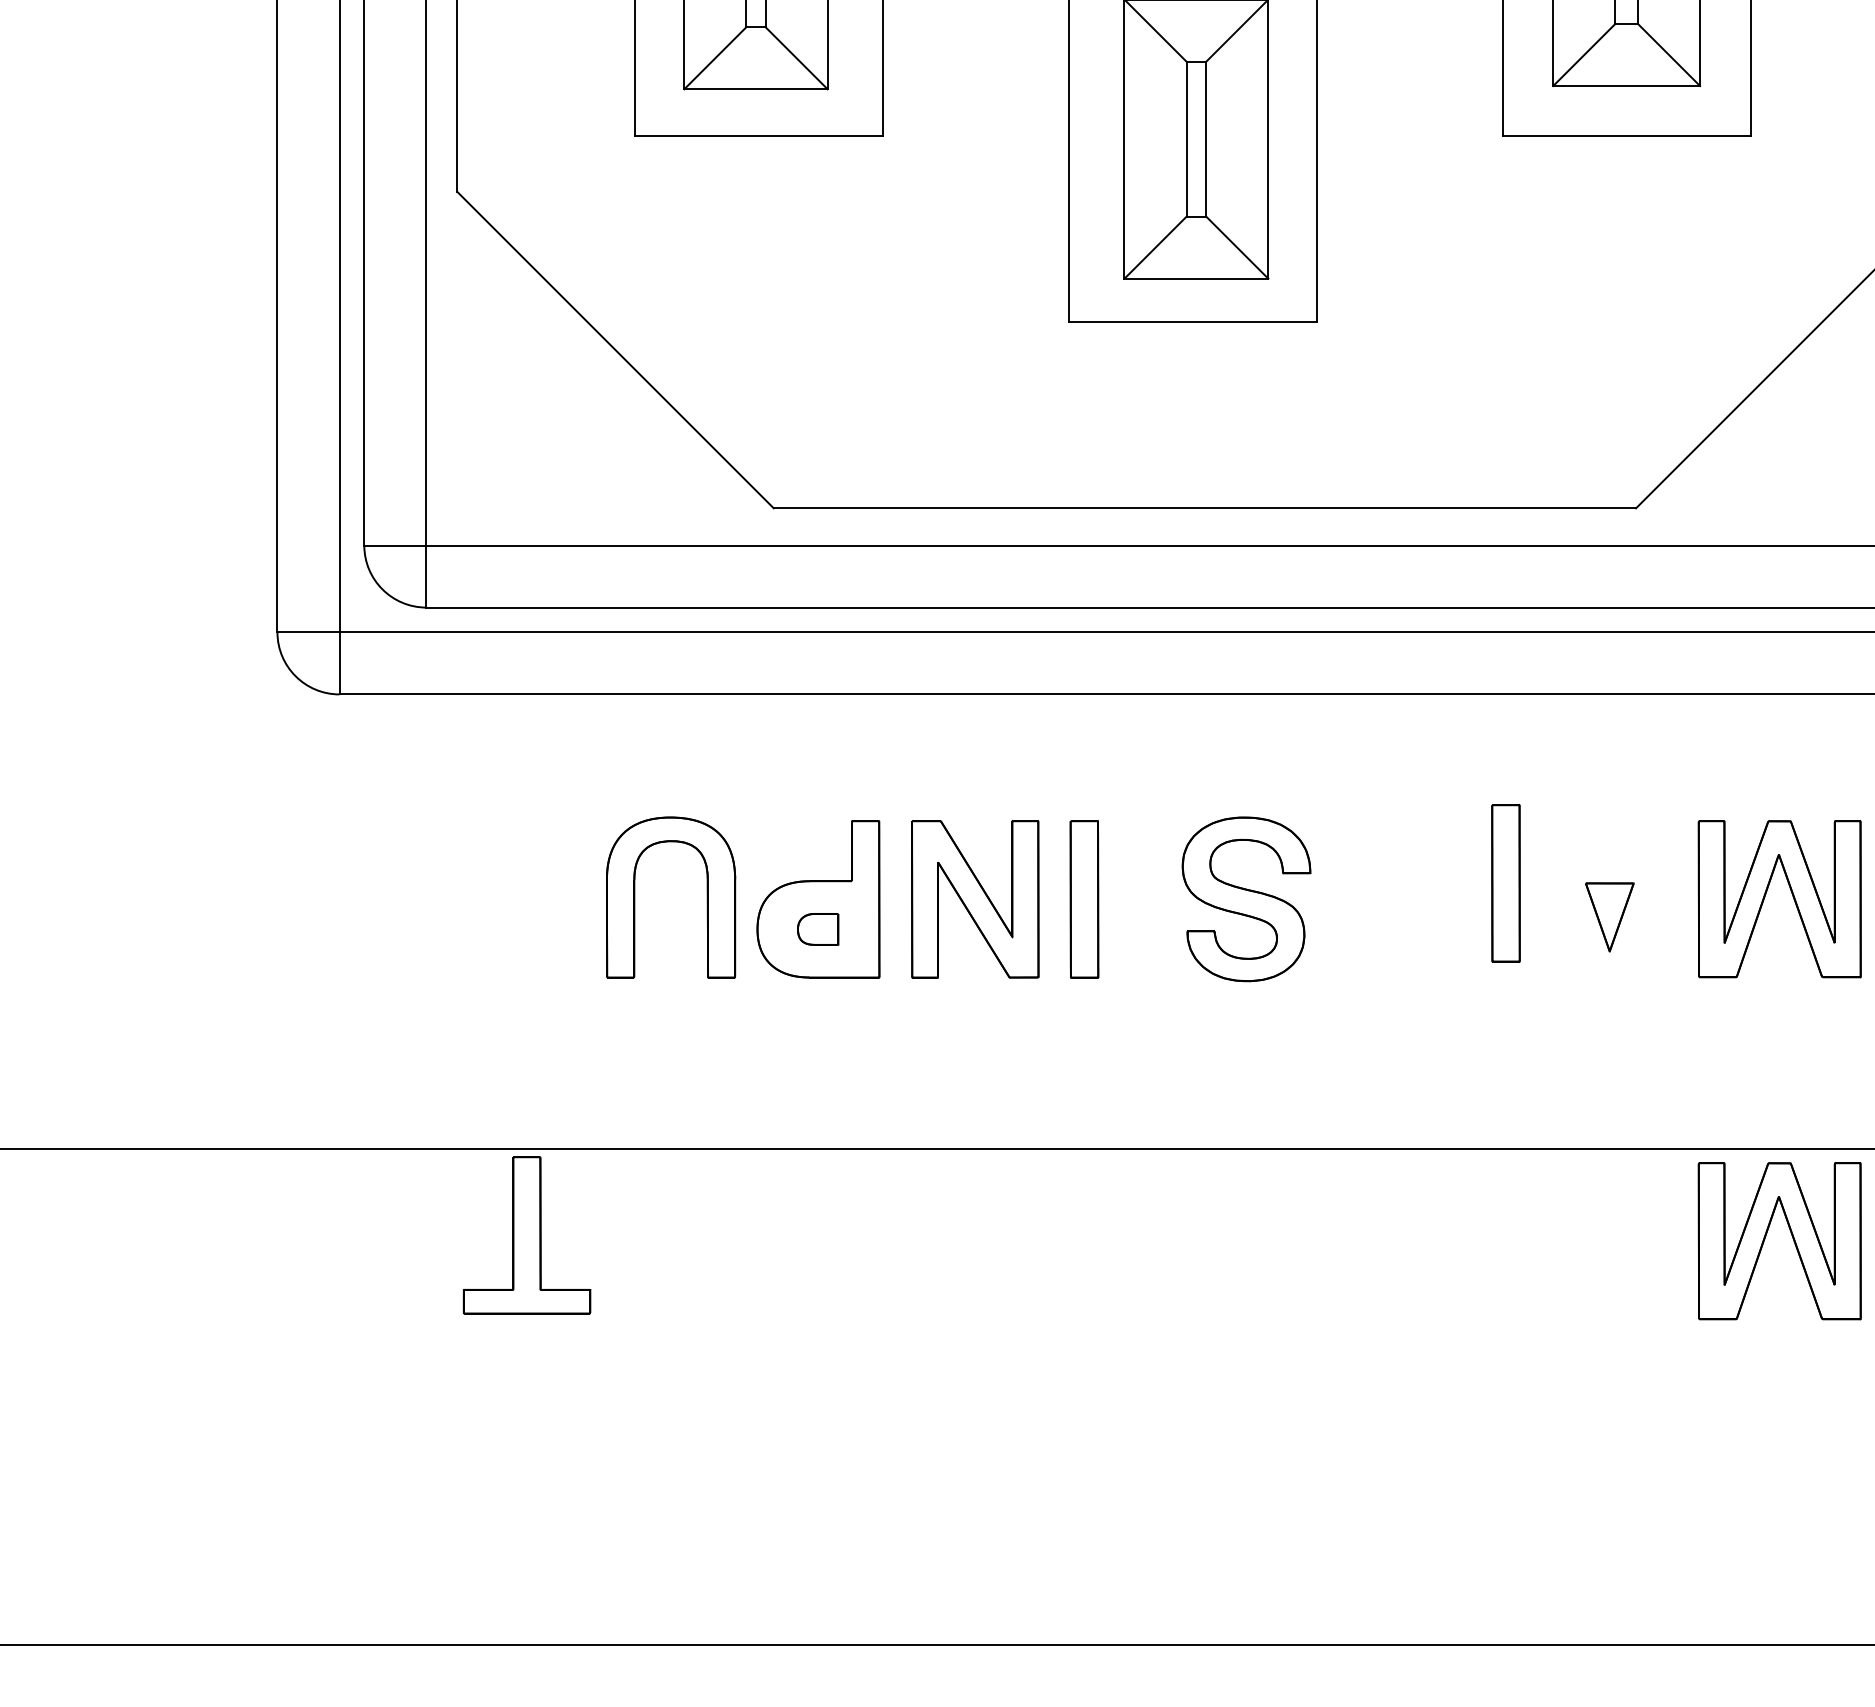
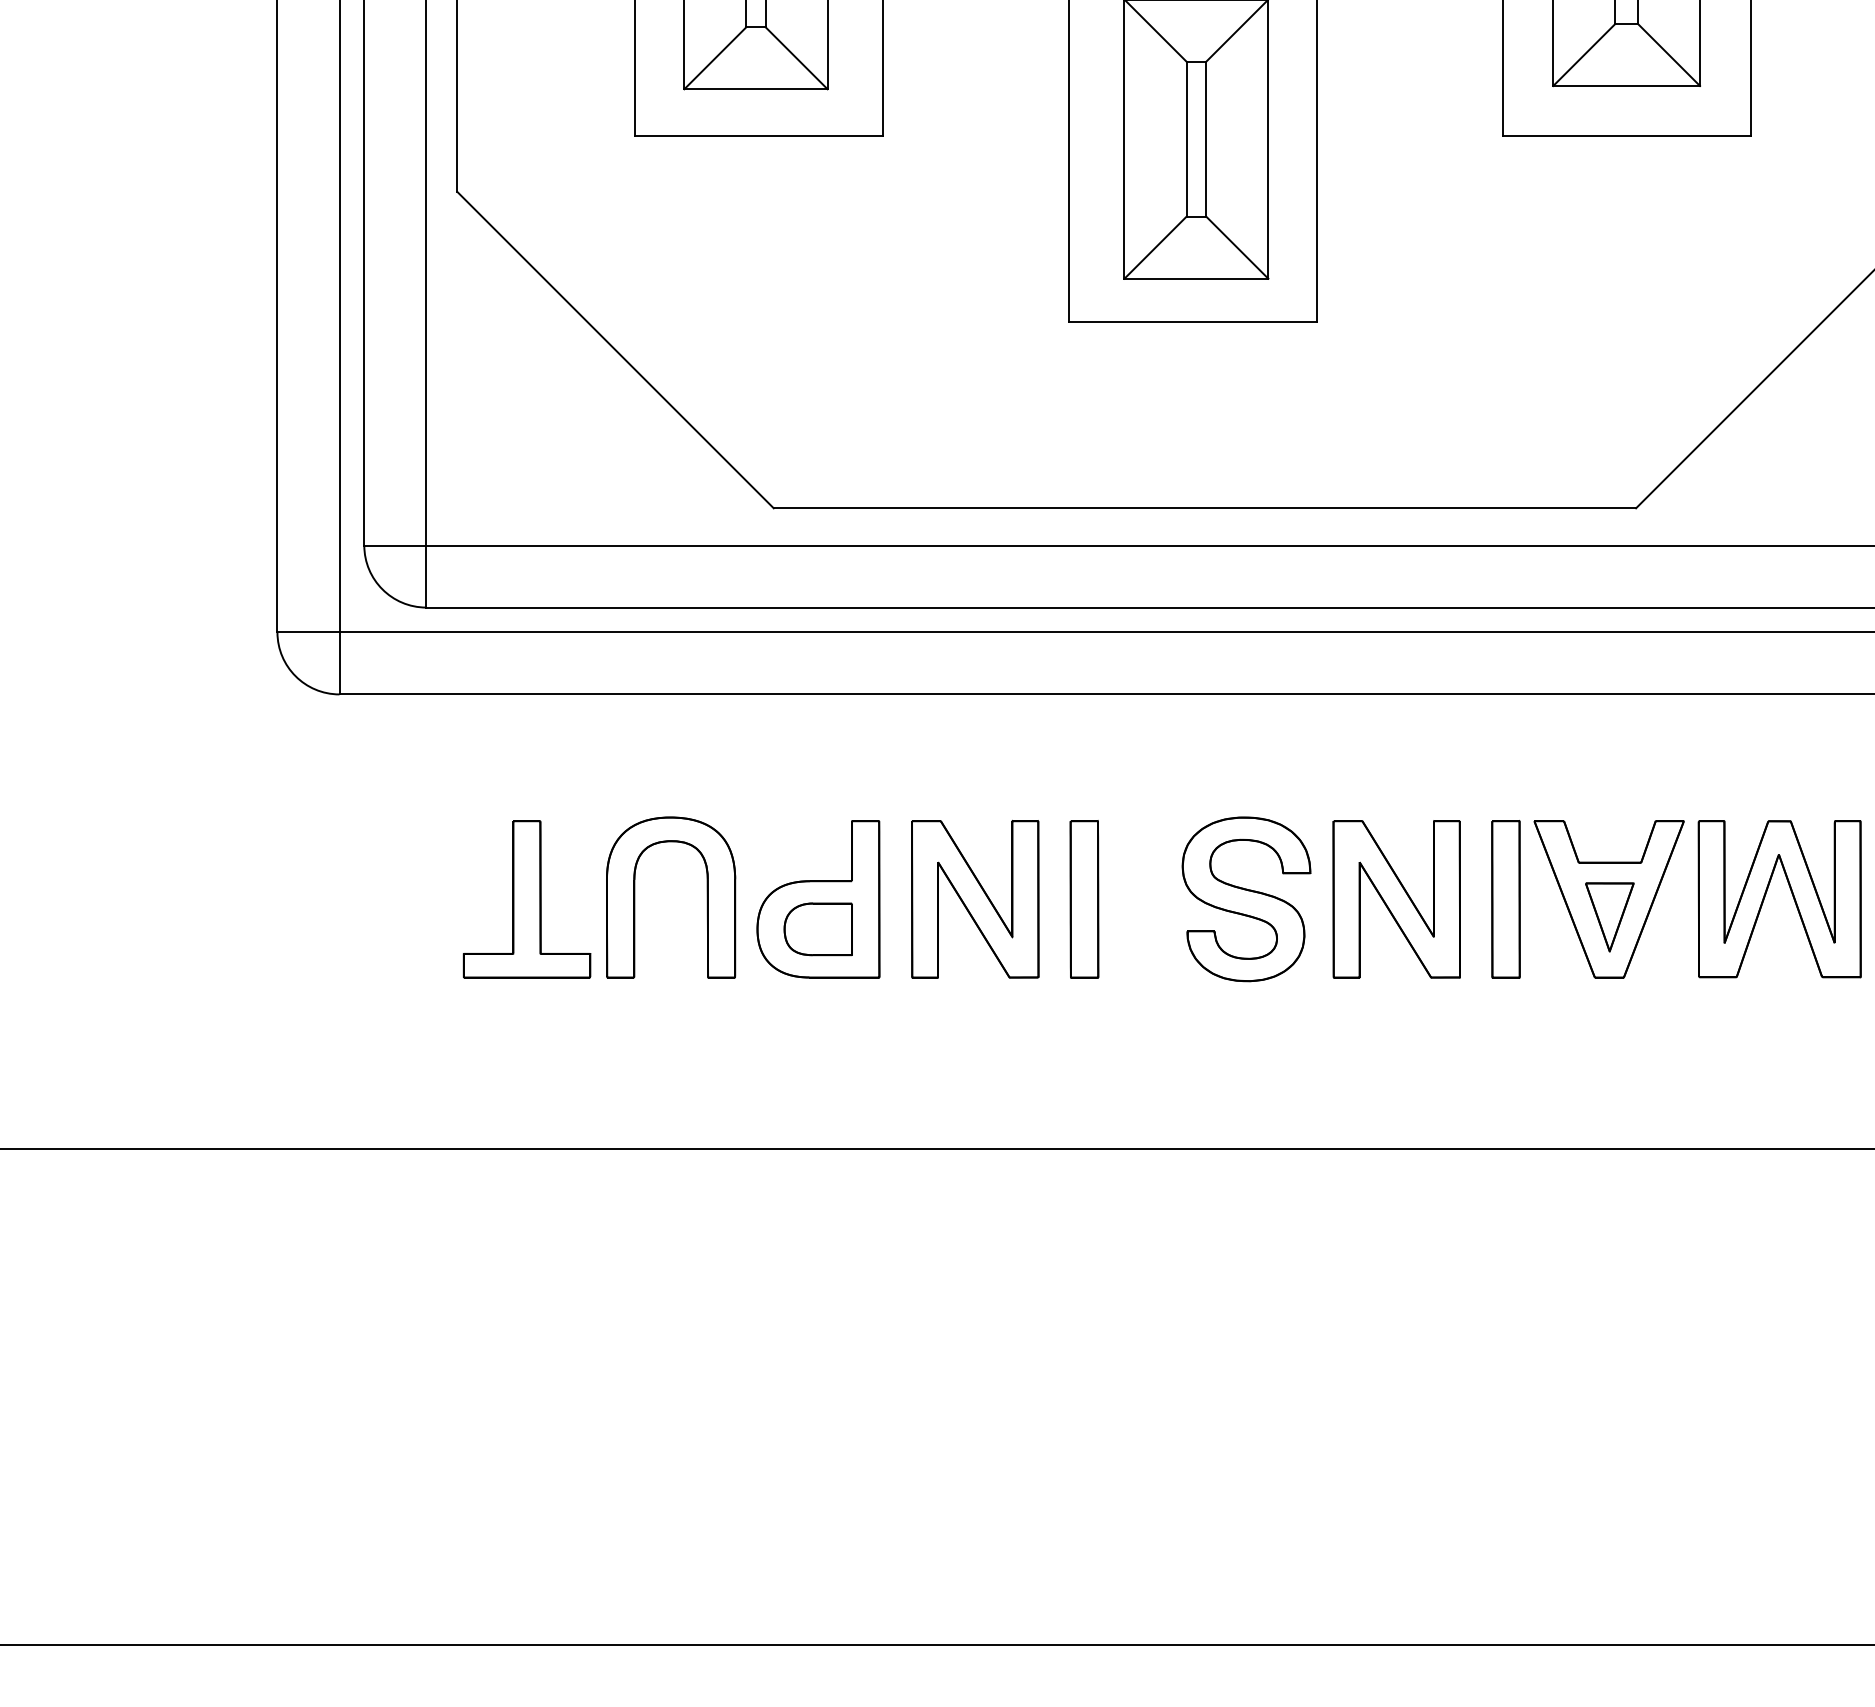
part at (1505, 883) position: (1505, 883) -> (1505, 899)
part at (1396, 899): none -> present
part at (1608, 899): none -> present
part at (818, 929) size: 43x33 px -> 70x55 px
part at (526, 1235) position: (526, 1235) -> (526, 899)
part at (1792, 1238): present -> none
